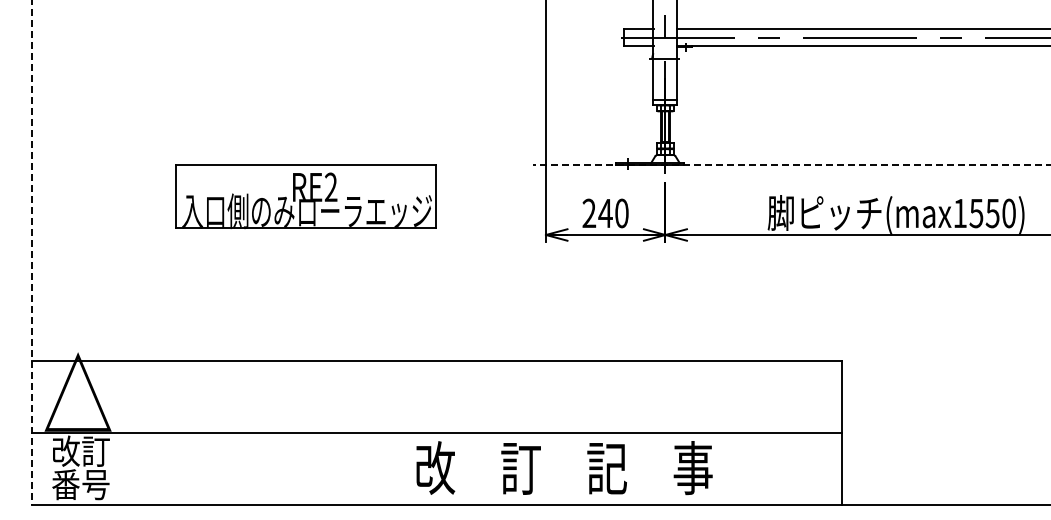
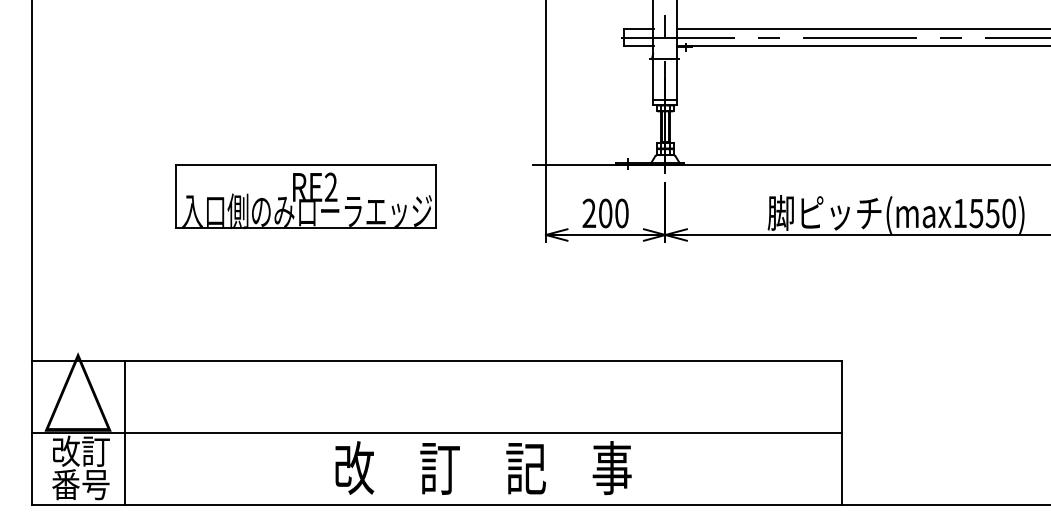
line at (791, 165): dashed -> solid
text at (605, 213): 240 -> 200
line at (31, 252): dashed -> solid
line at (124, 432): none -> present
text at (564, 468) position: (564, 468) -> (483, 468)
